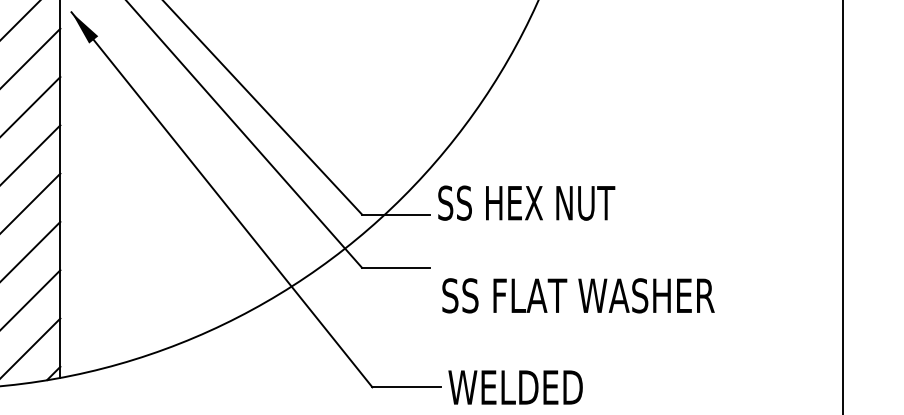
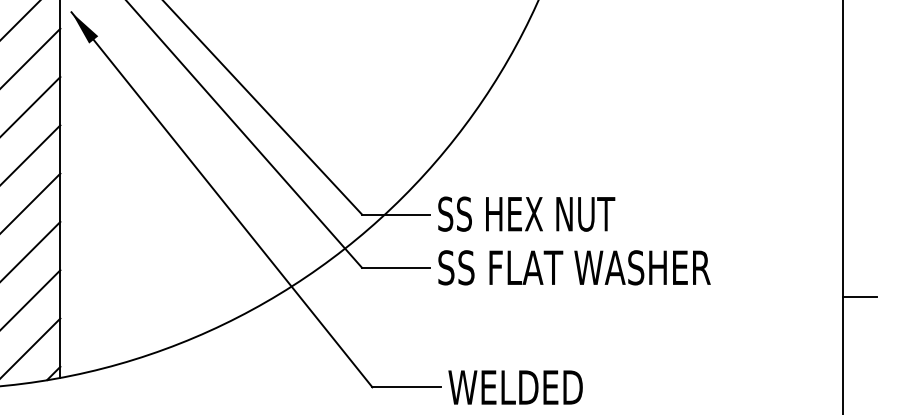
text at (526, 202) position: (526, 202) -> (526, 213)
text at (578, 295) position: (578, 295) -> (574, 267)
line at (859, 297): none -> present
